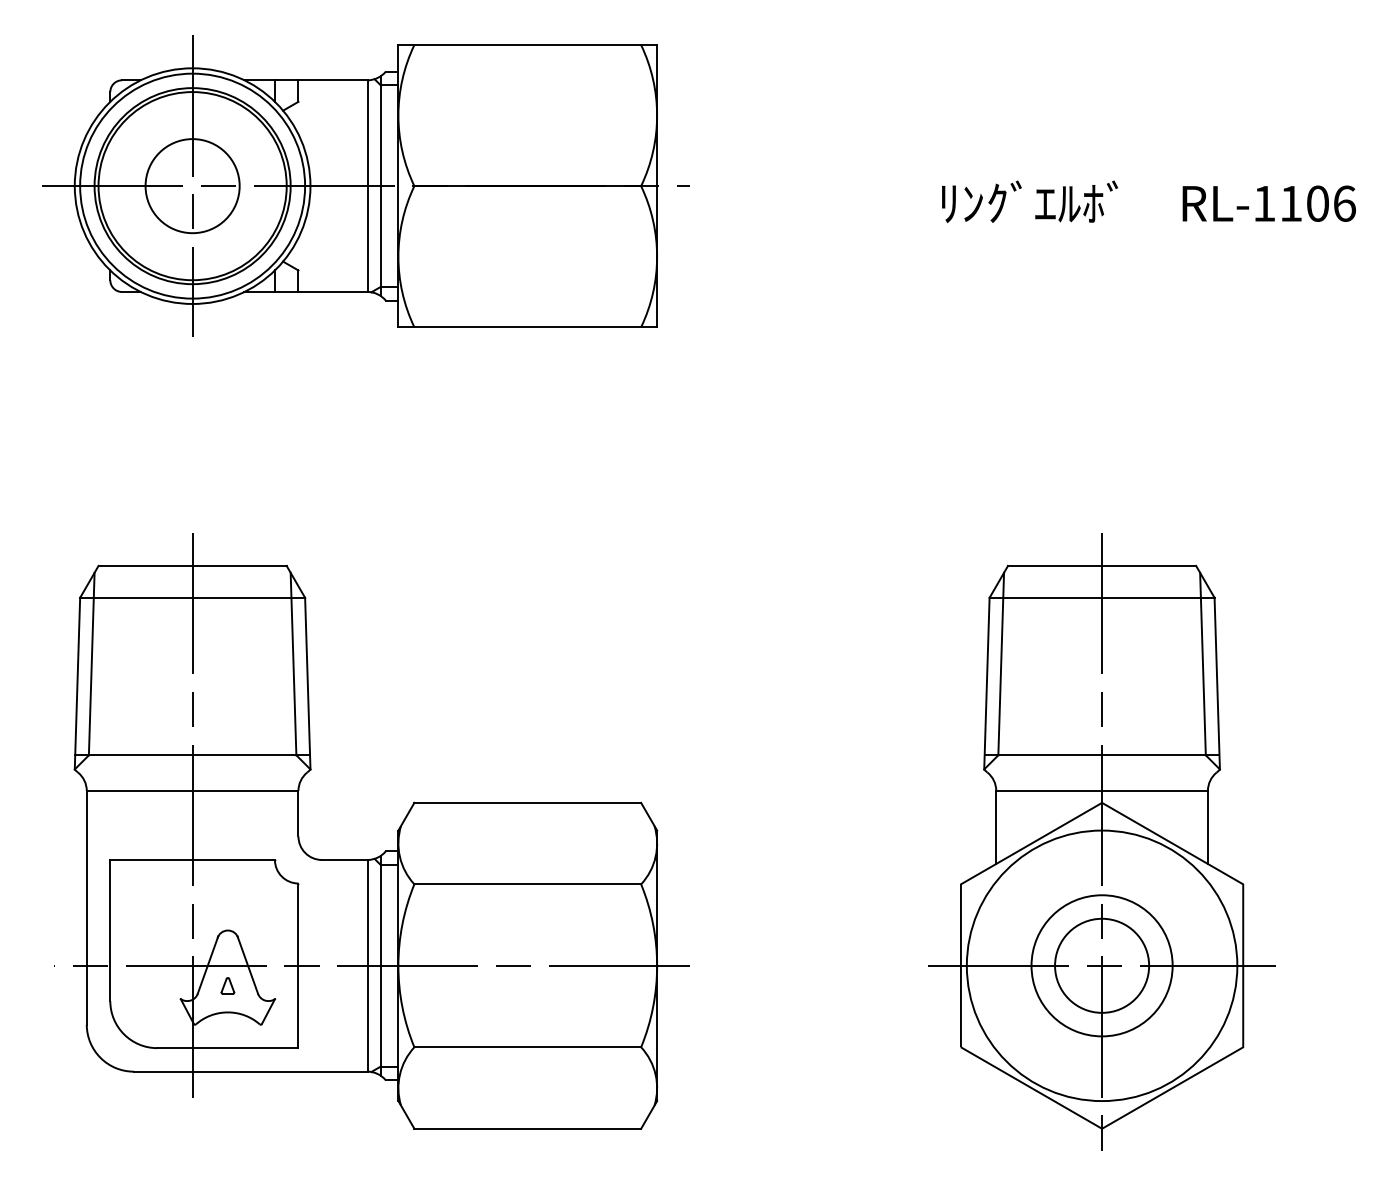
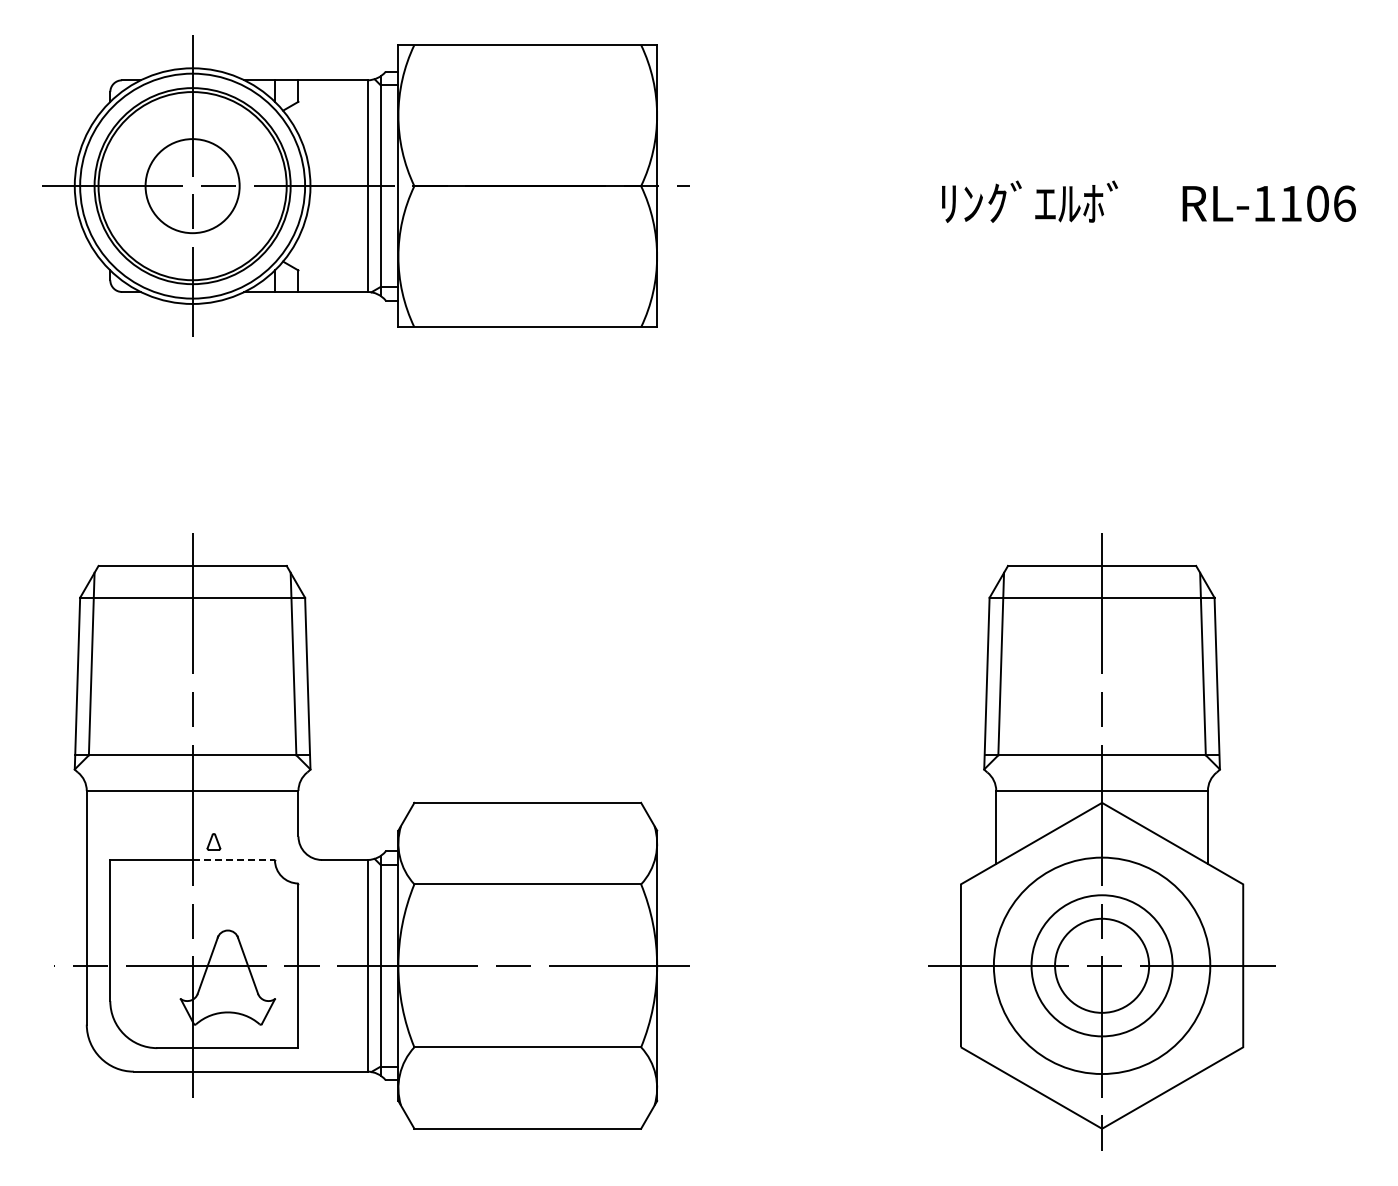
line at (234, 859): solid -> dashed
circle at (1101, 965) diameter: 270 px -> 216 px
part at (227, 985) position: (227, 985) -> (213, 841)
